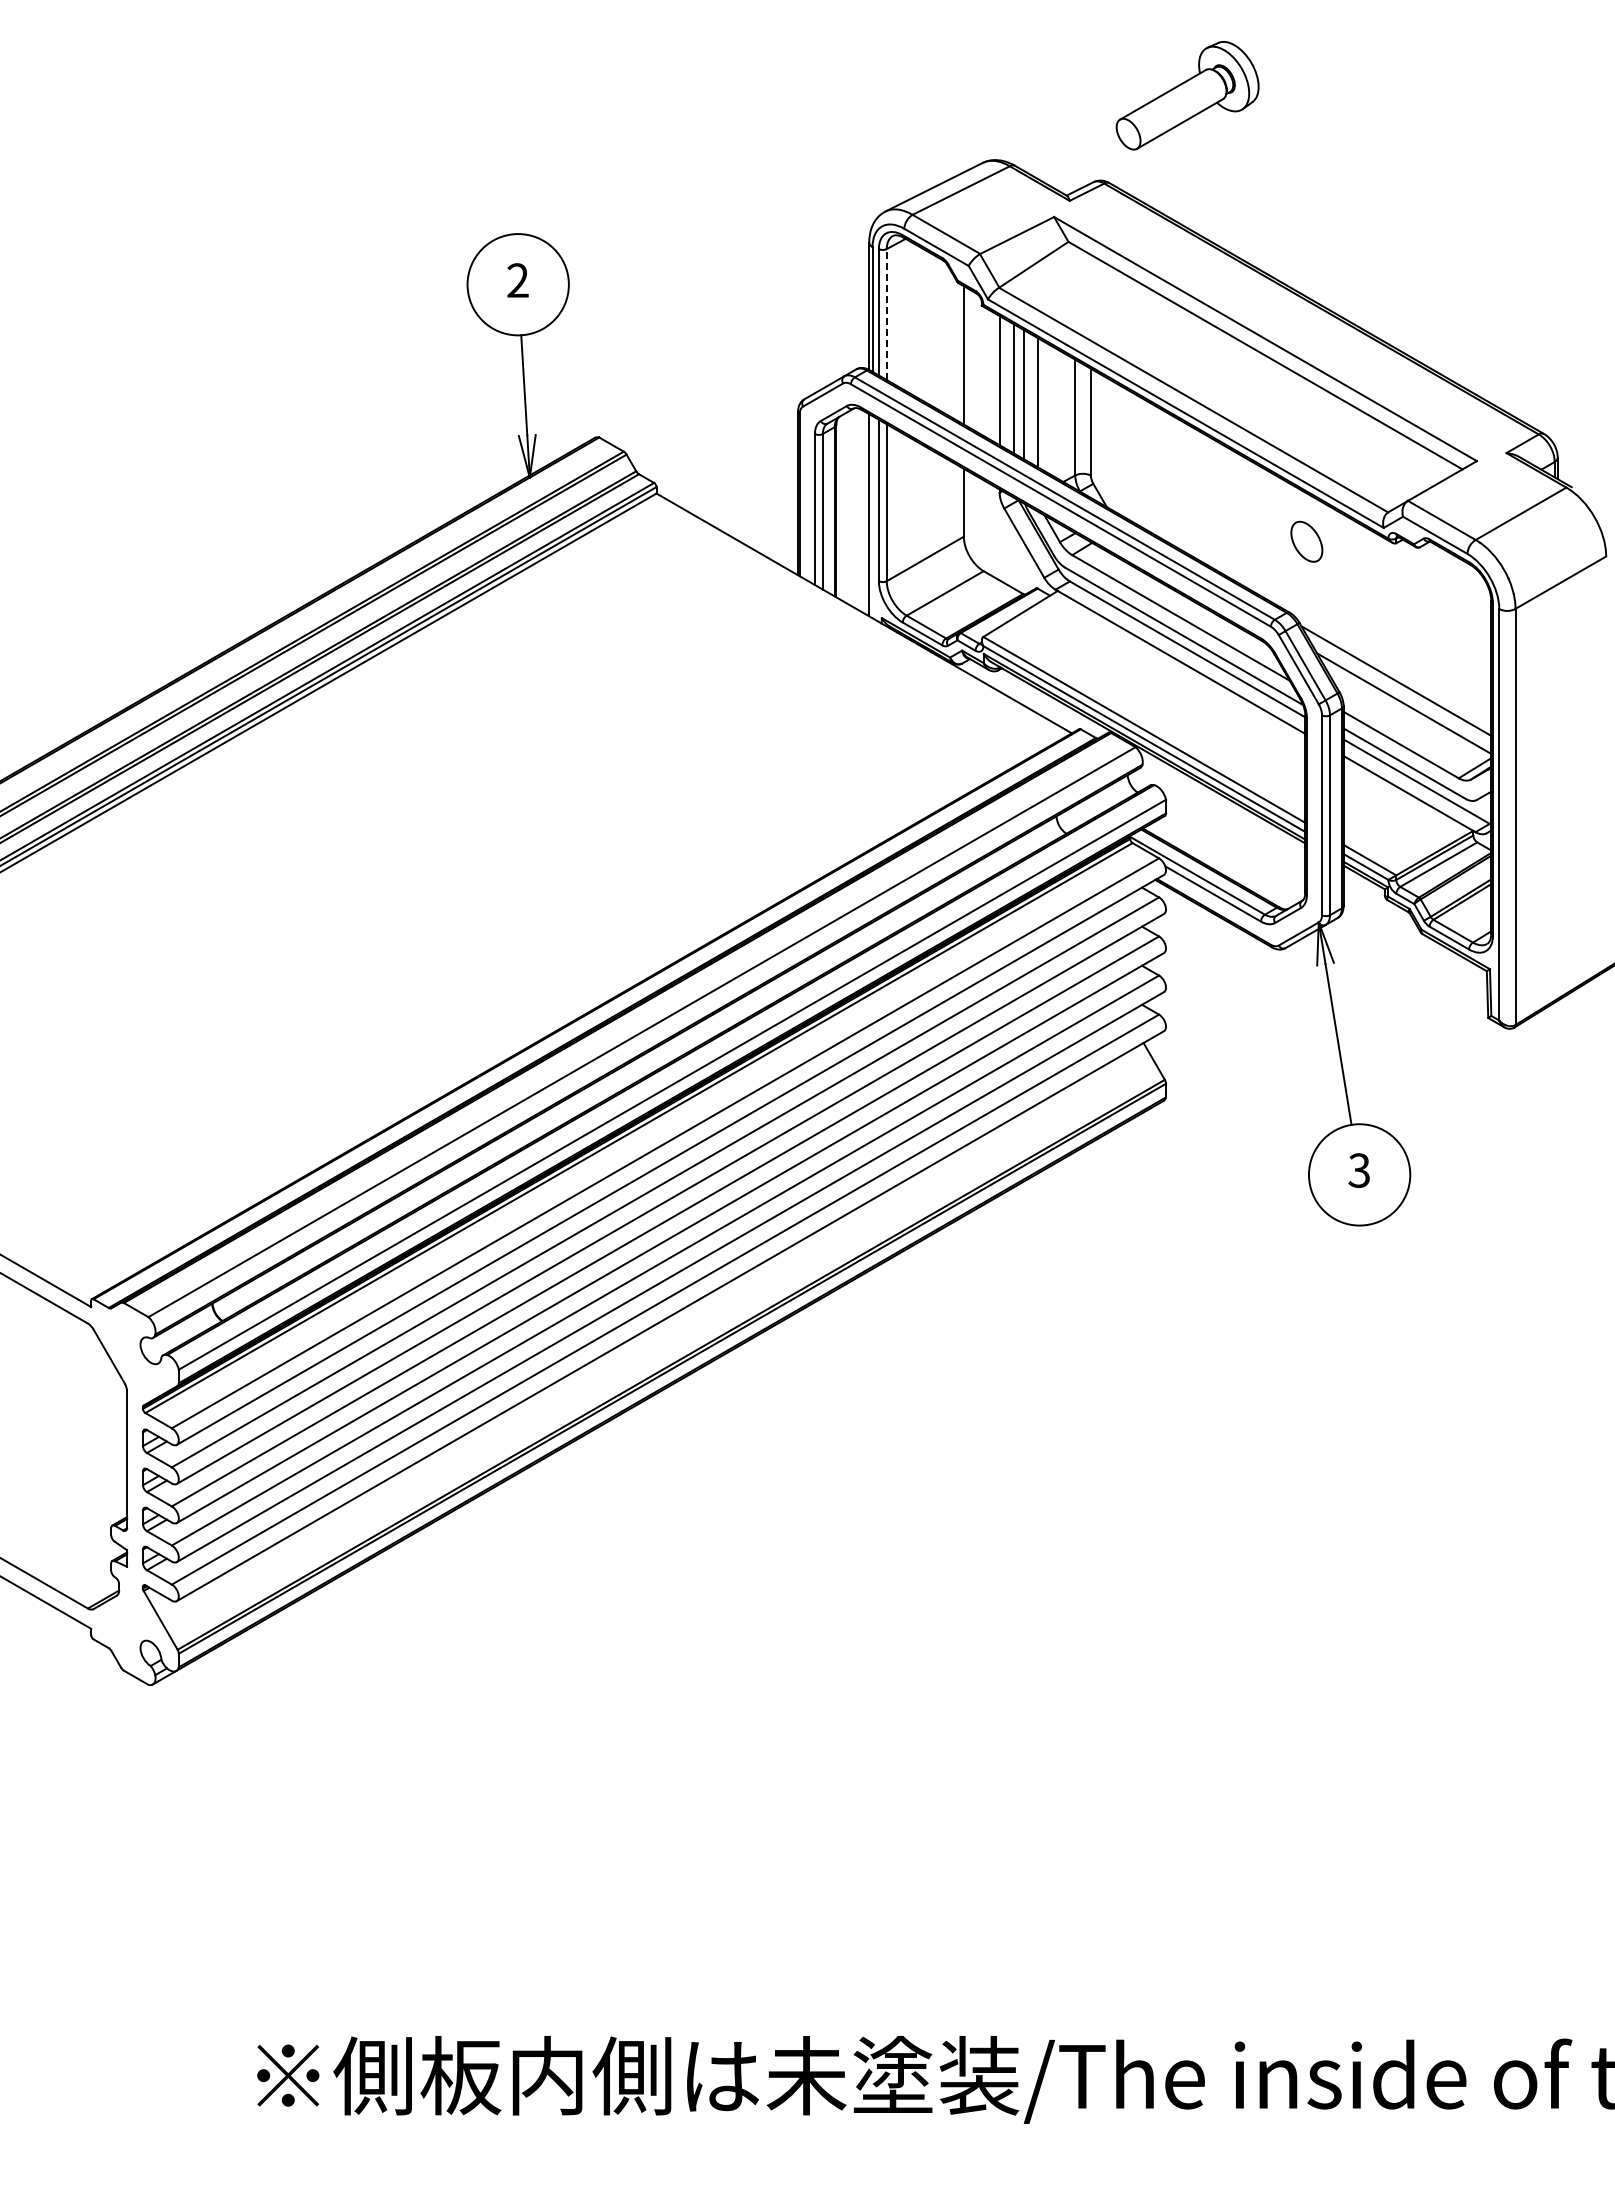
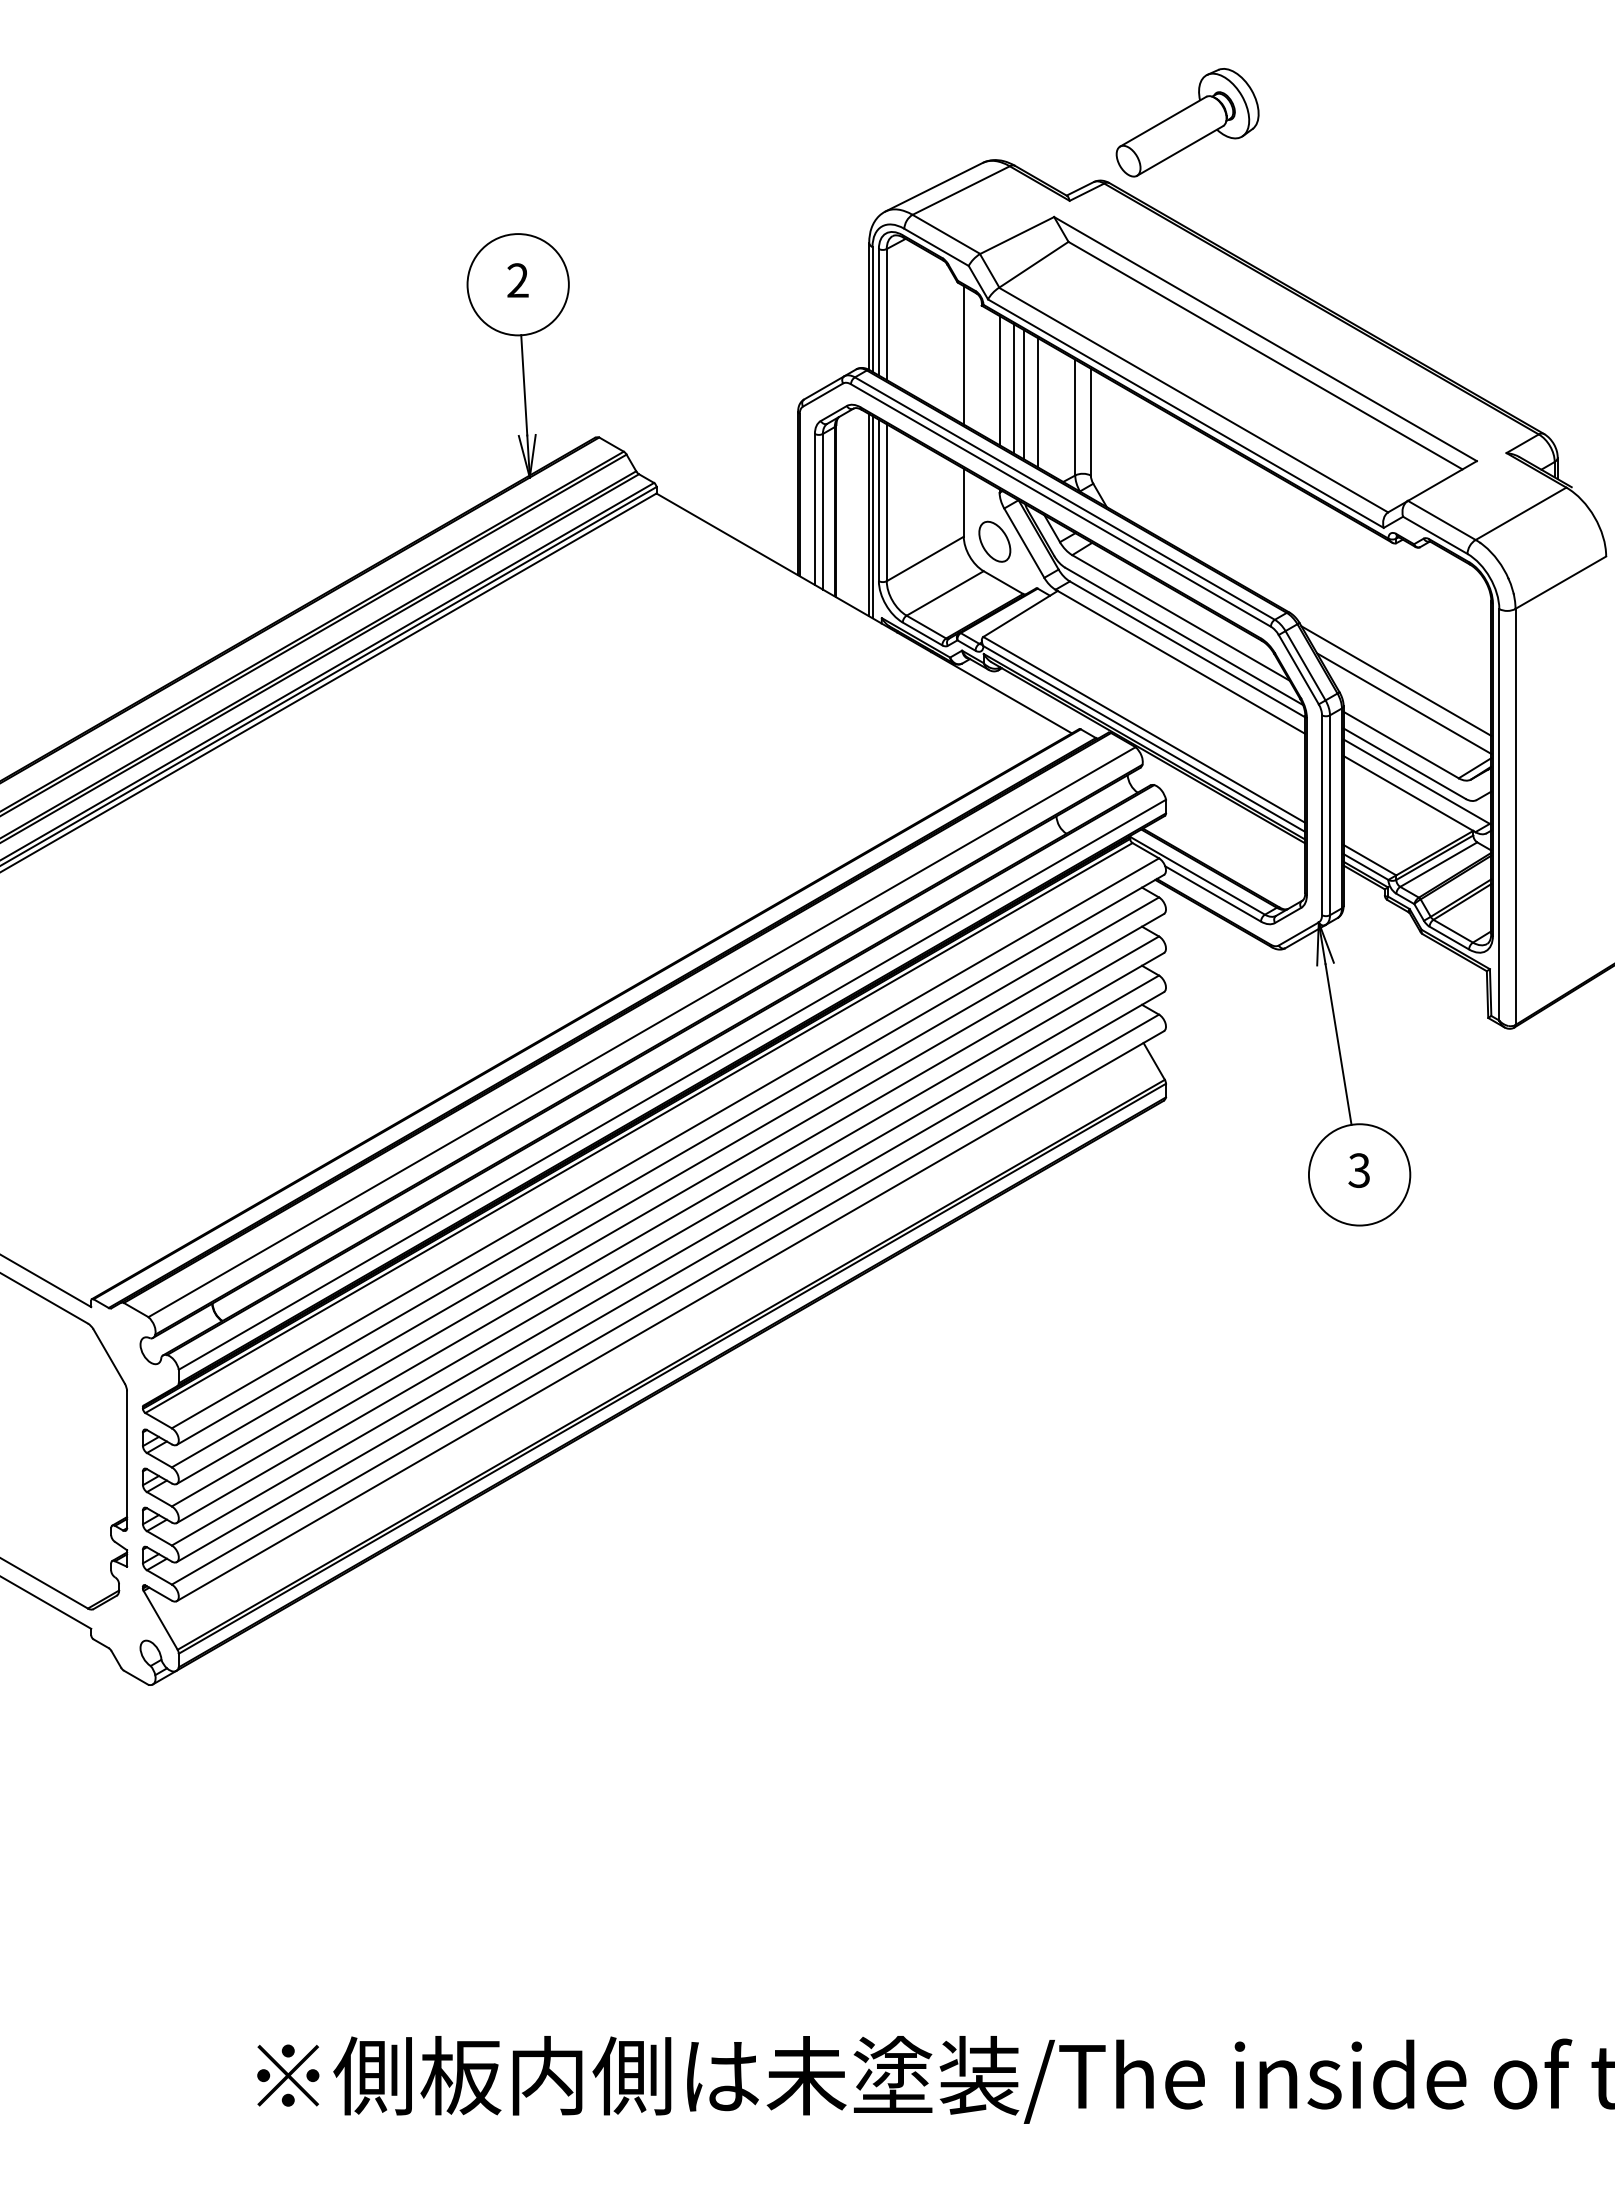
part at (1187, 95) position: (1187, 95) -> (1187, 122)
line at (886, 314): dashed -> solid
line at (872, 517): none -> present
part at (1306, 541) position: (1306, 541) -> (994, 541)
